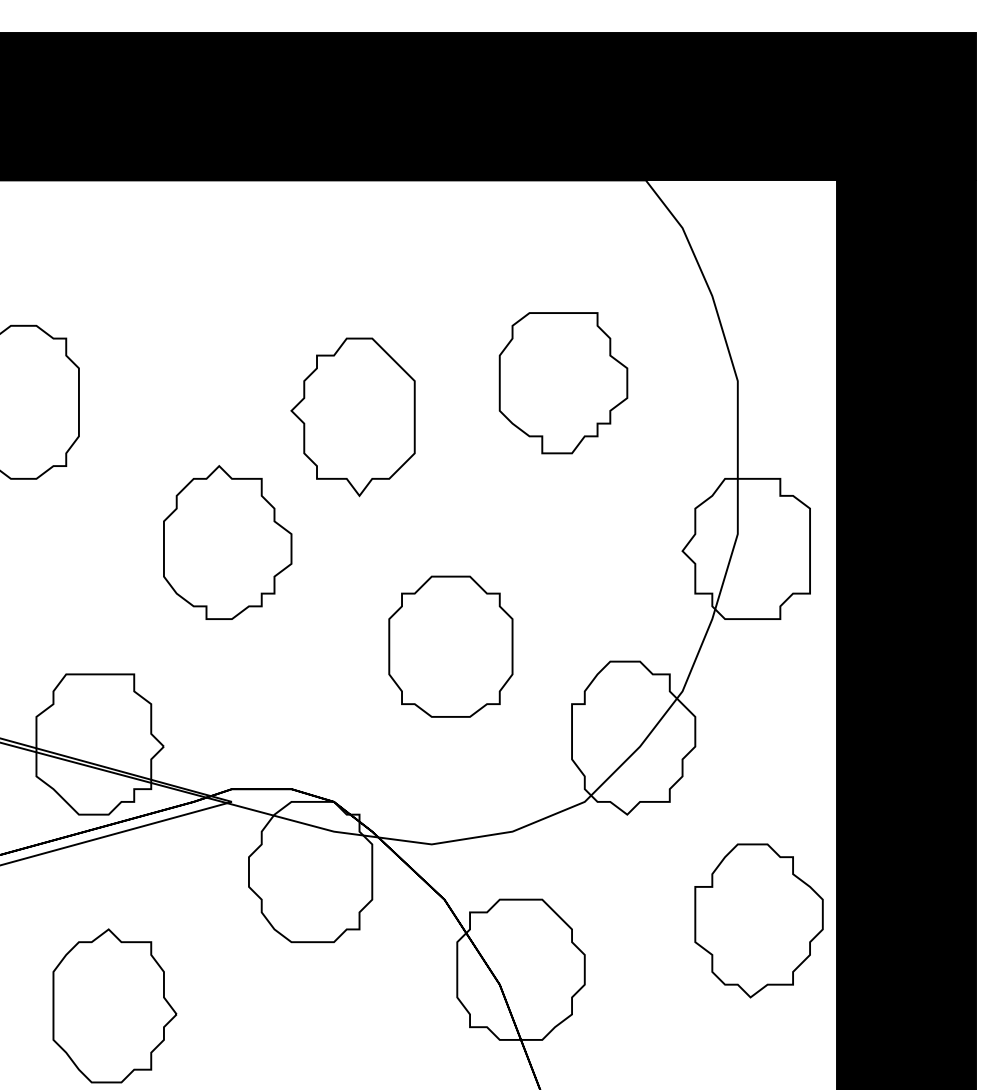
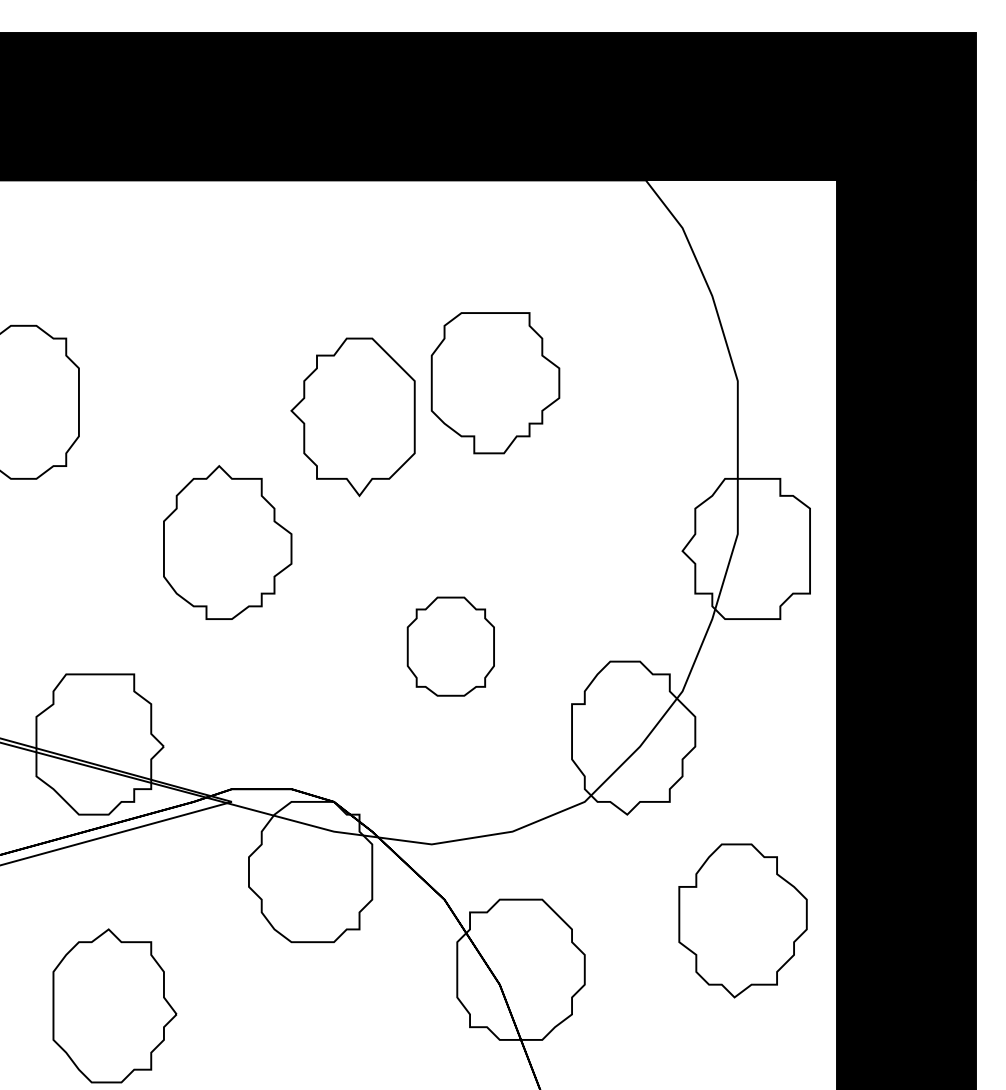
part at (563, 383) position: (563, 383) -> (495, 383)
part at (450, 646) size: 126x143 px -> 89x101 px
part at (758, 920) position: (758, 920) -> (742, 920)
